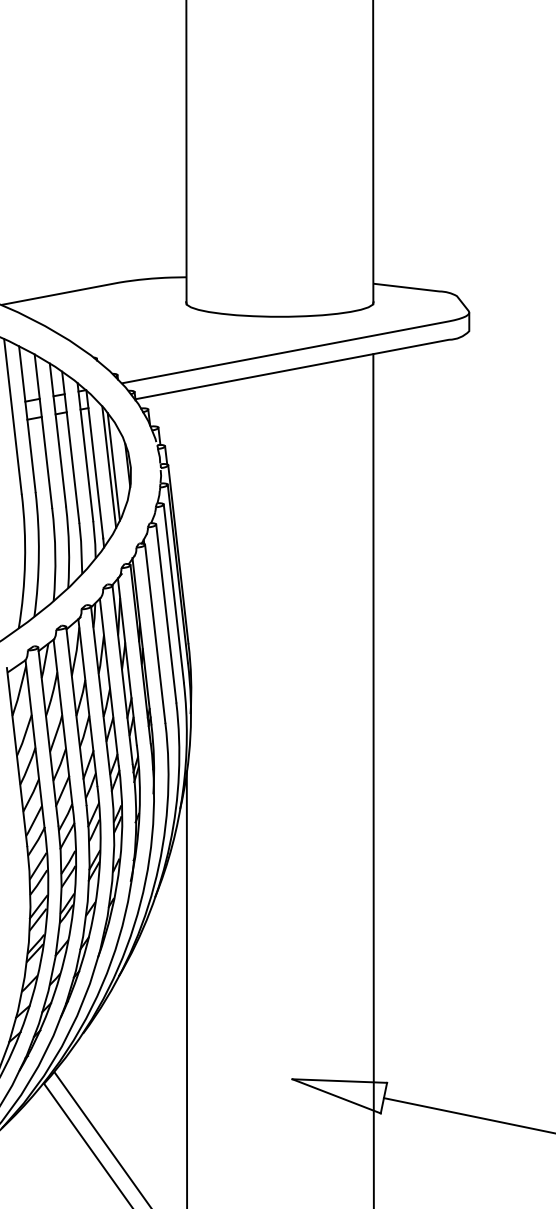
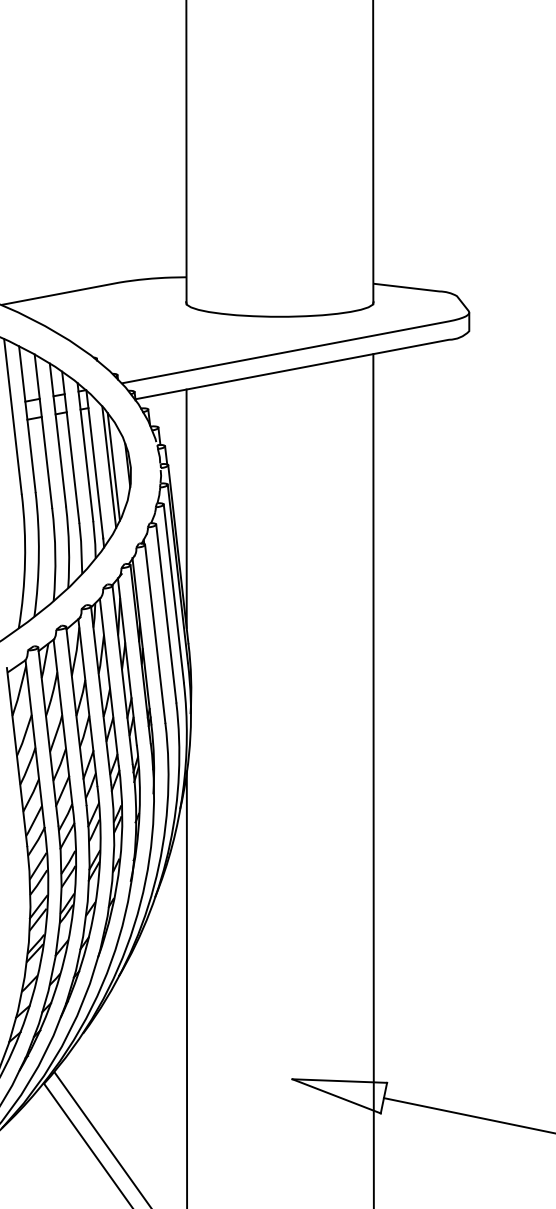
line at (186, 508): none -> present
